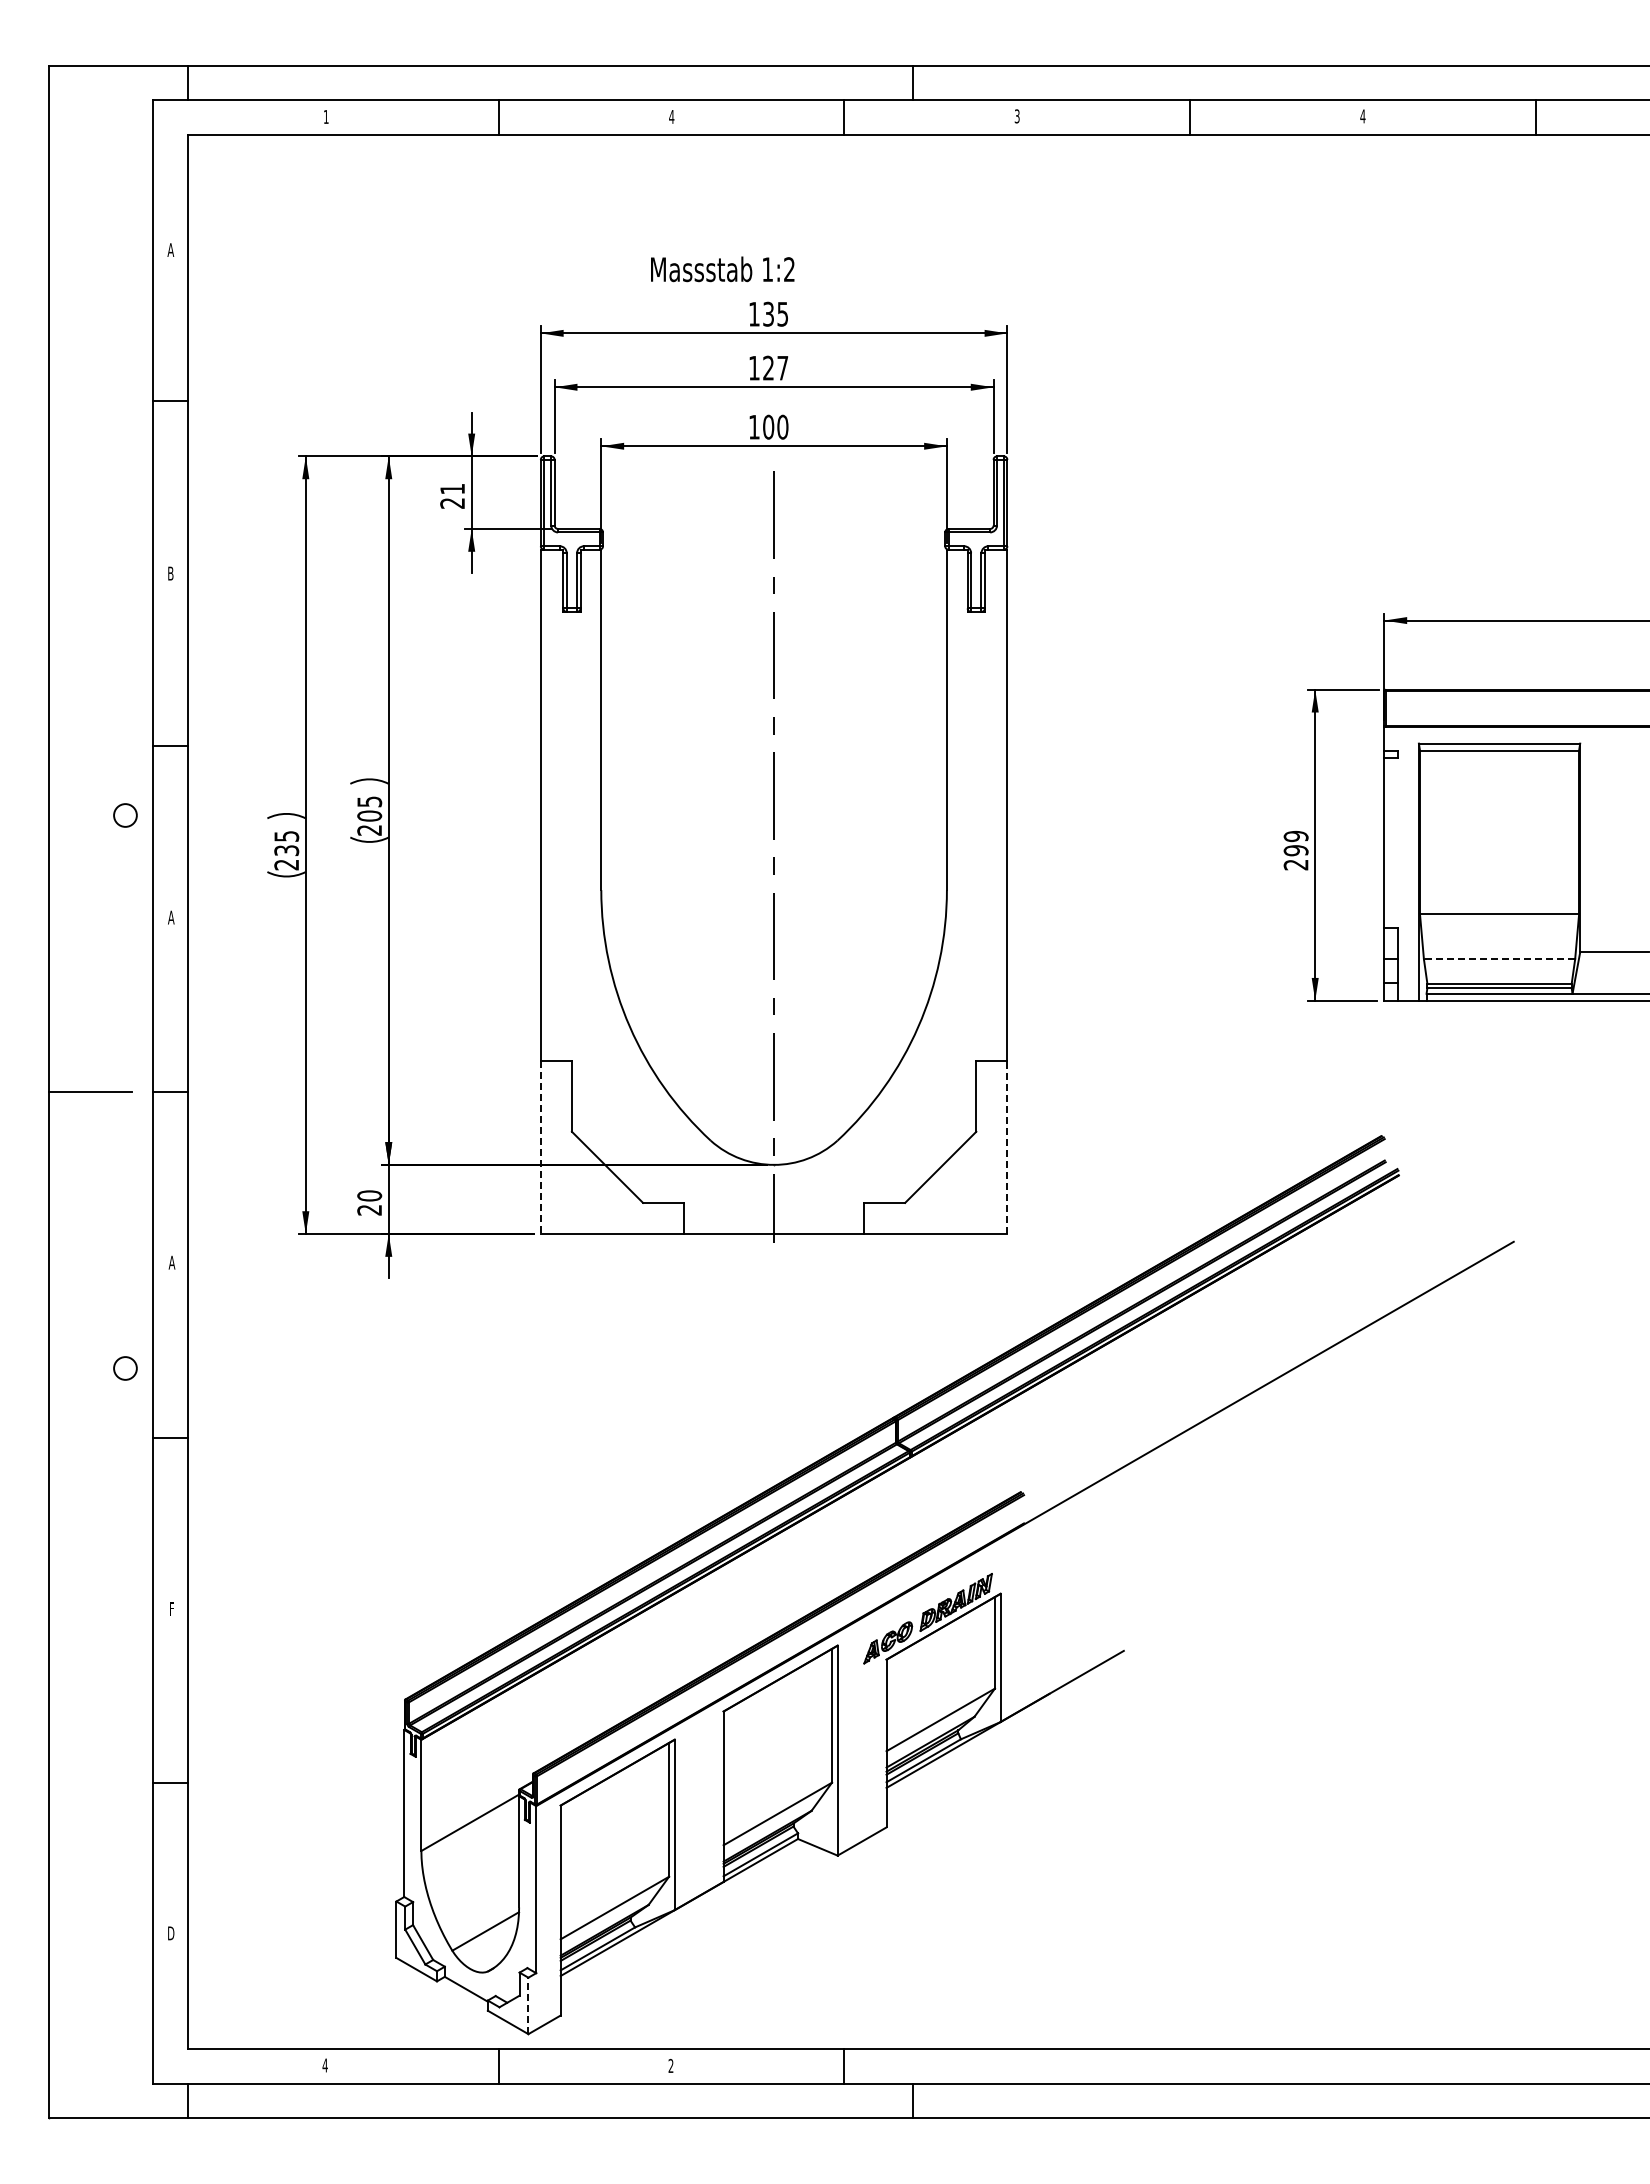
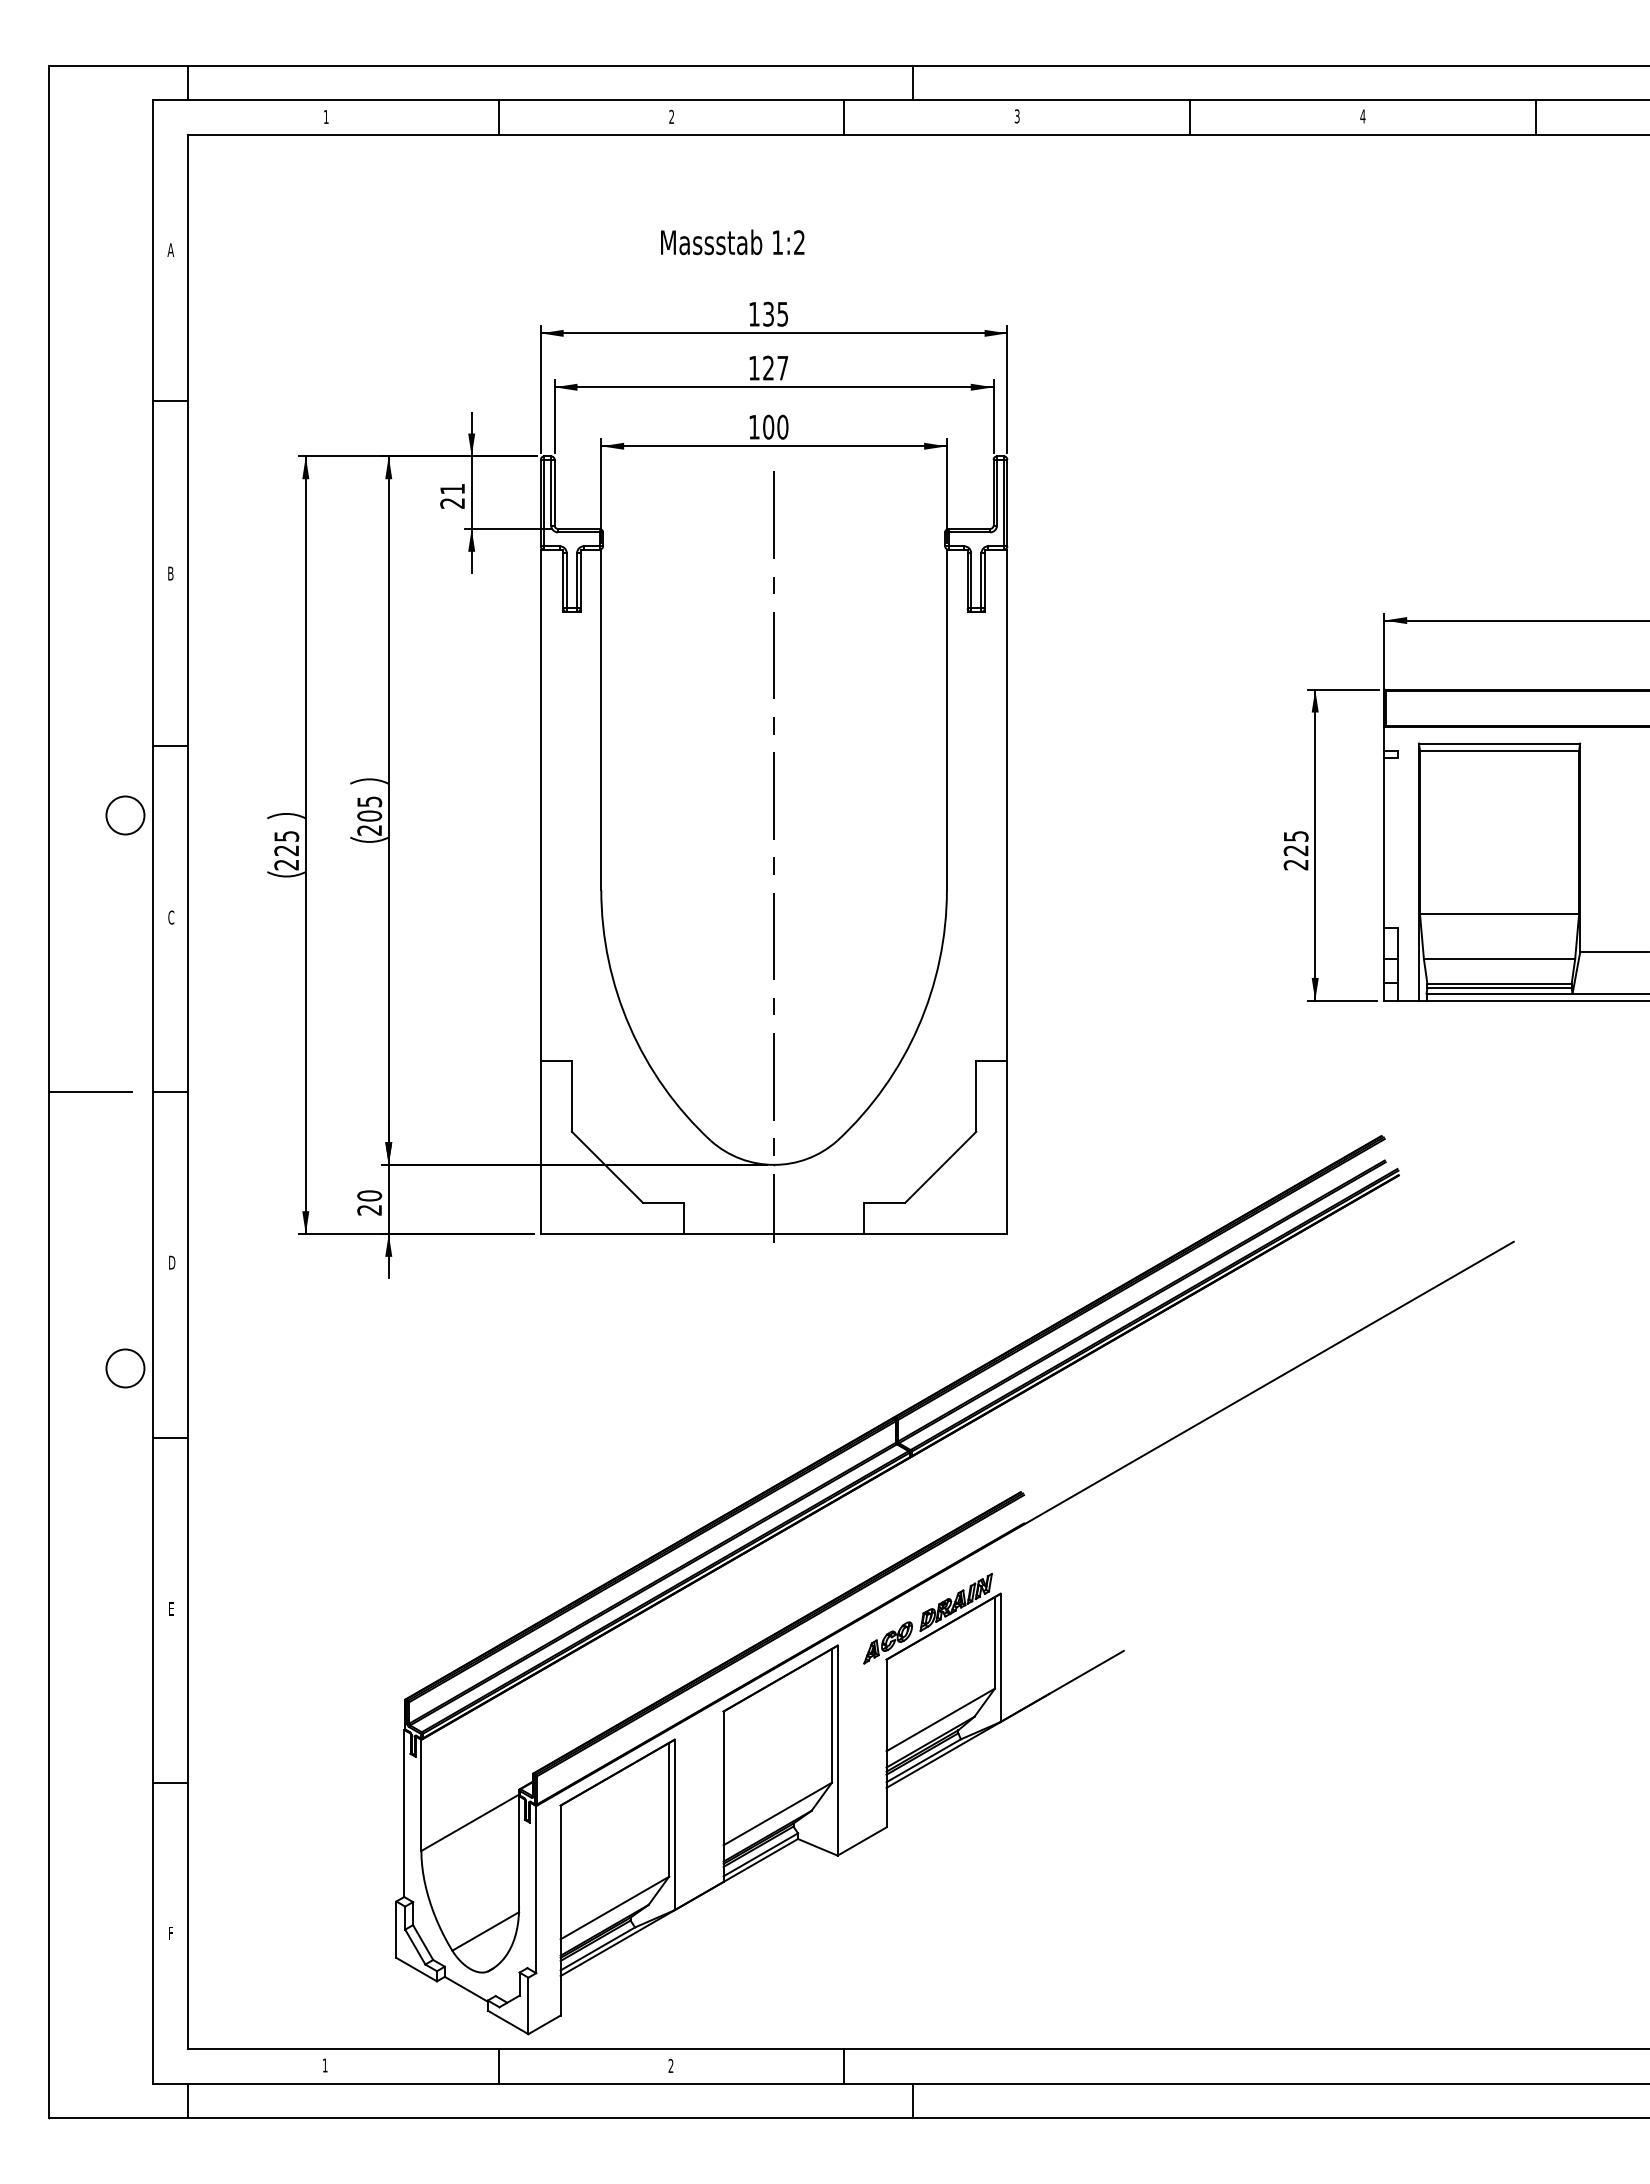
text at (671, 116): 4 -> 2
text at (722, 269) position: (722, 269) -> (732, 242)
circle at (125, 815) diameter: 23 px -> 38 px
text at (1295, 843): 299 -> 225
text at (286, 850): 235 -> 225
text at (171, 917): A -> C
line at (1499, 959): dashed -> solid
line at (1007, 1147): dashed -> solid
line at (540, 1148): dashed -> solid
text at (171, 1262): A -> D
circle at (125, 1368) diameter: 23 px -> 38 px
text at (171, 1608): F -> E
text at (171, 1933): D -> F
line at (528, 2005): dashed -> solid
text at (324, 2065): 4 -> 1
